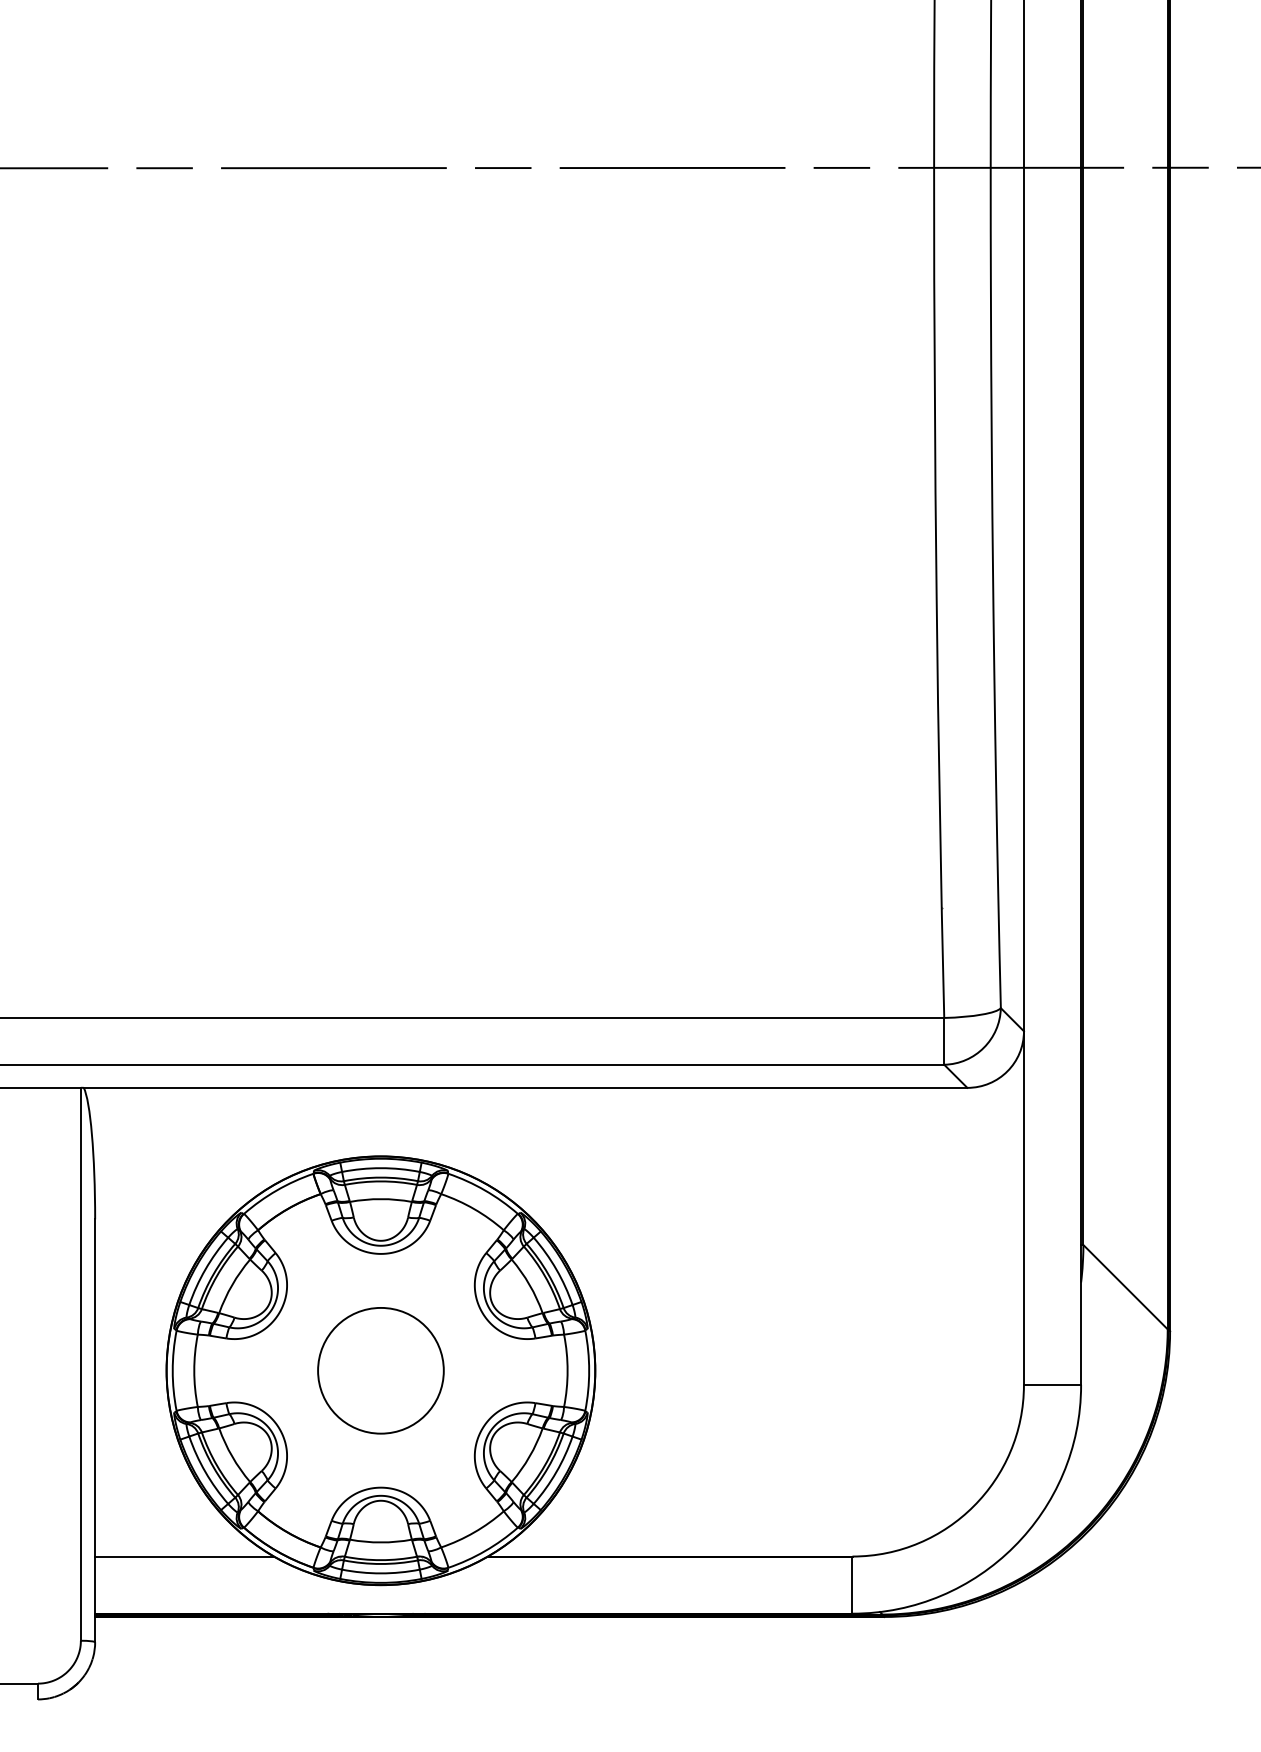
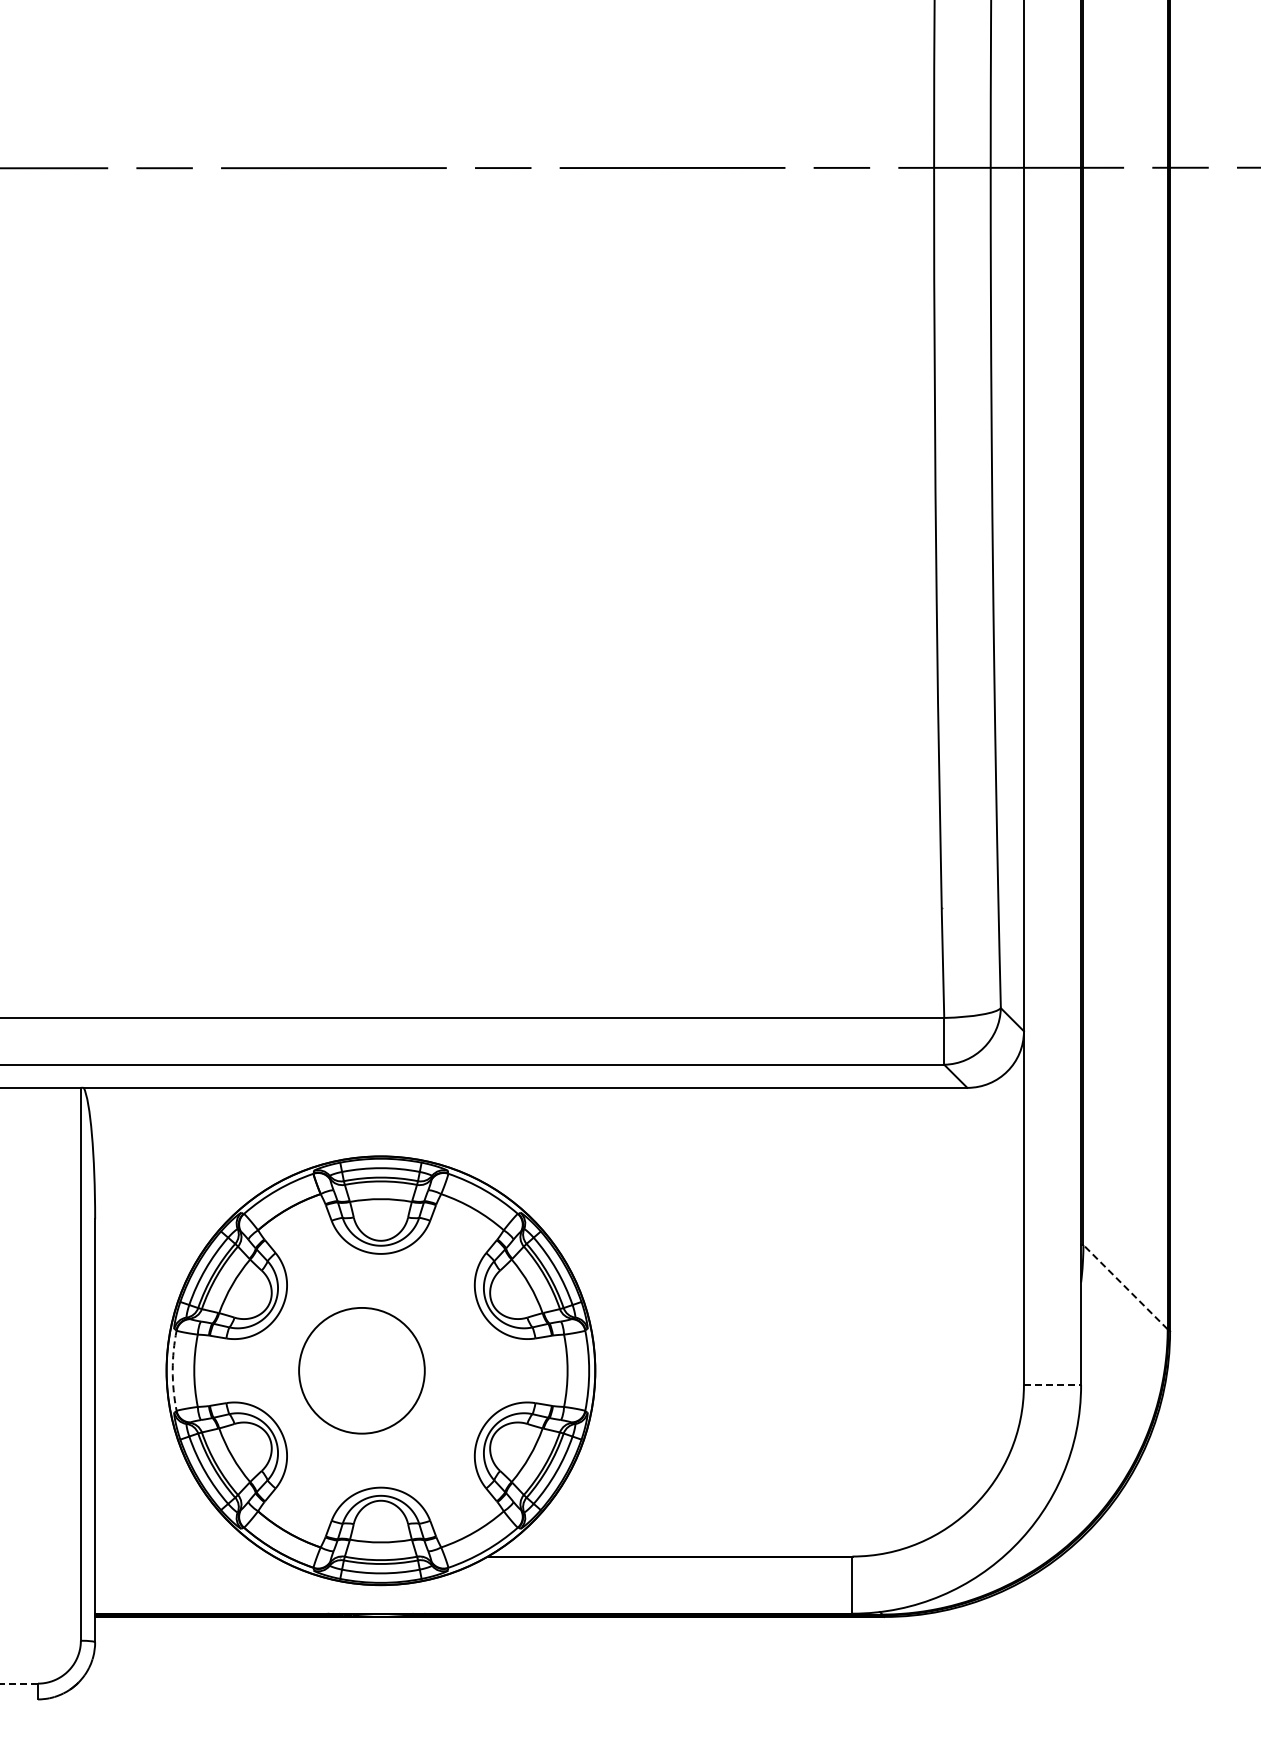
line at (1125, 1287): solid -> dashed
arc at (172, 1370): solid -> dashed
circle at (380, 1370) position: (380, 1370) -> (361, 1370)
line at (1052, 1385): solid -> dashed
line at (184, 1556): present -> none
line at (19, 1683): solid -> dashed
